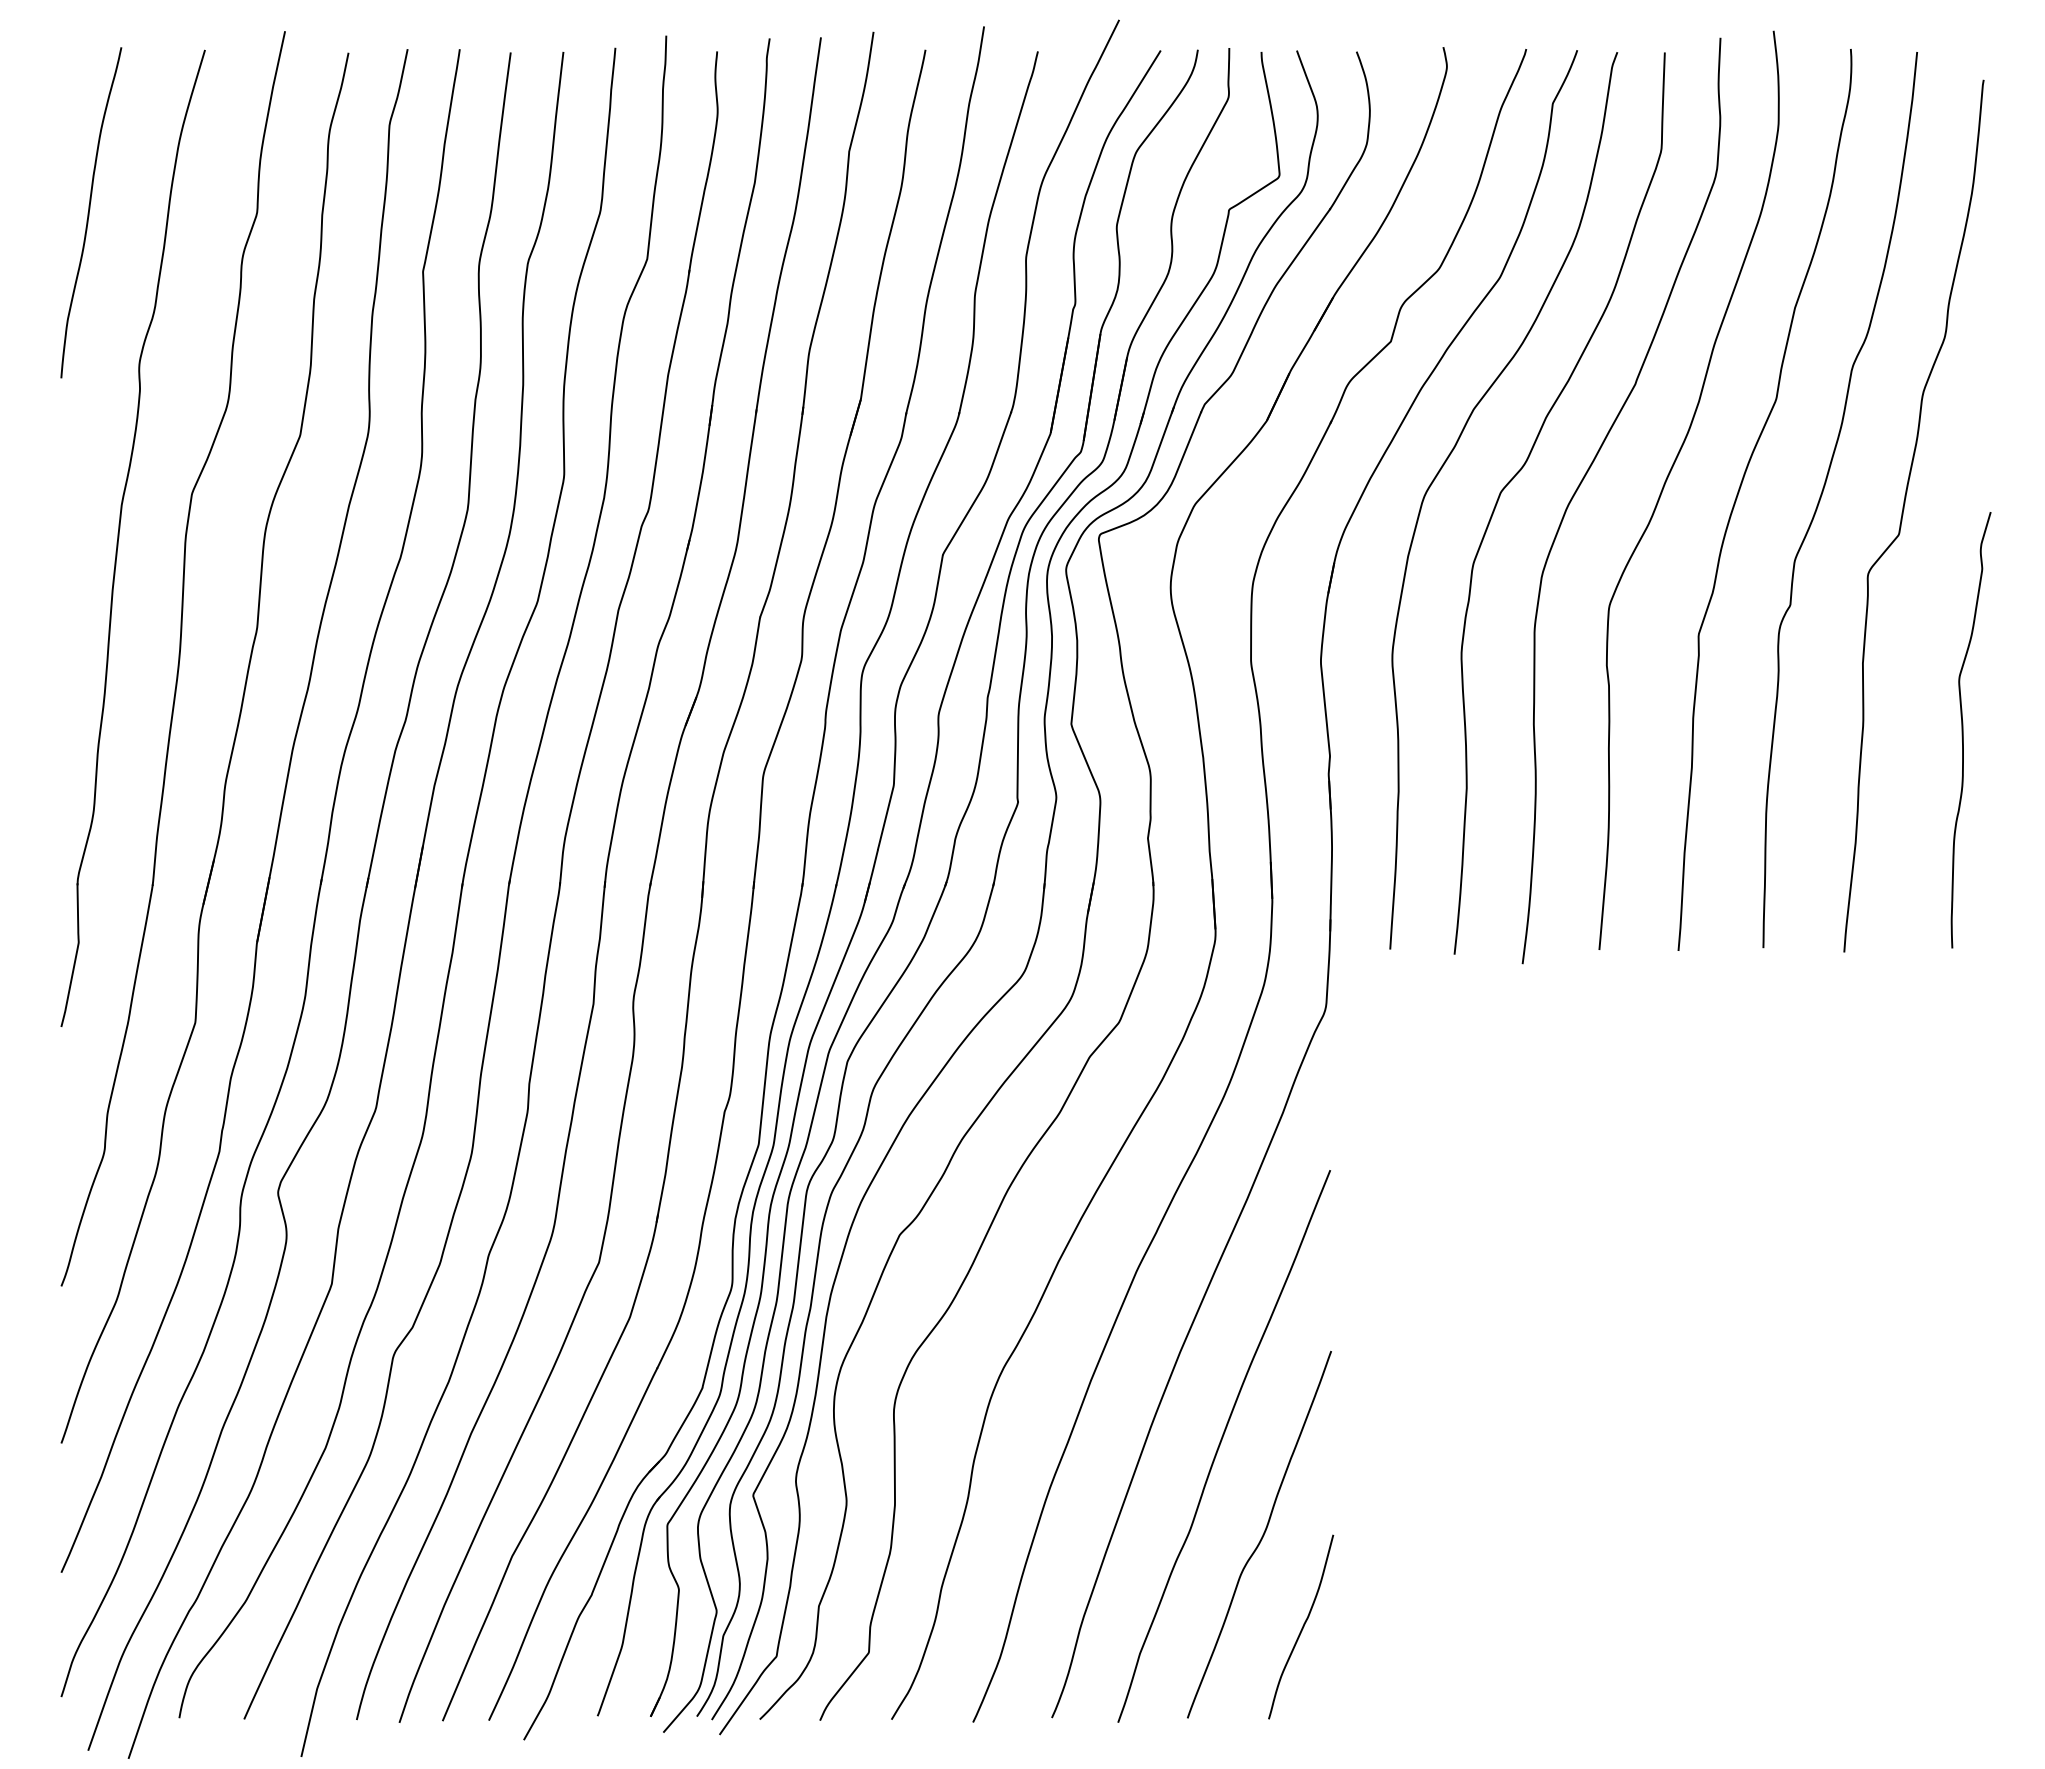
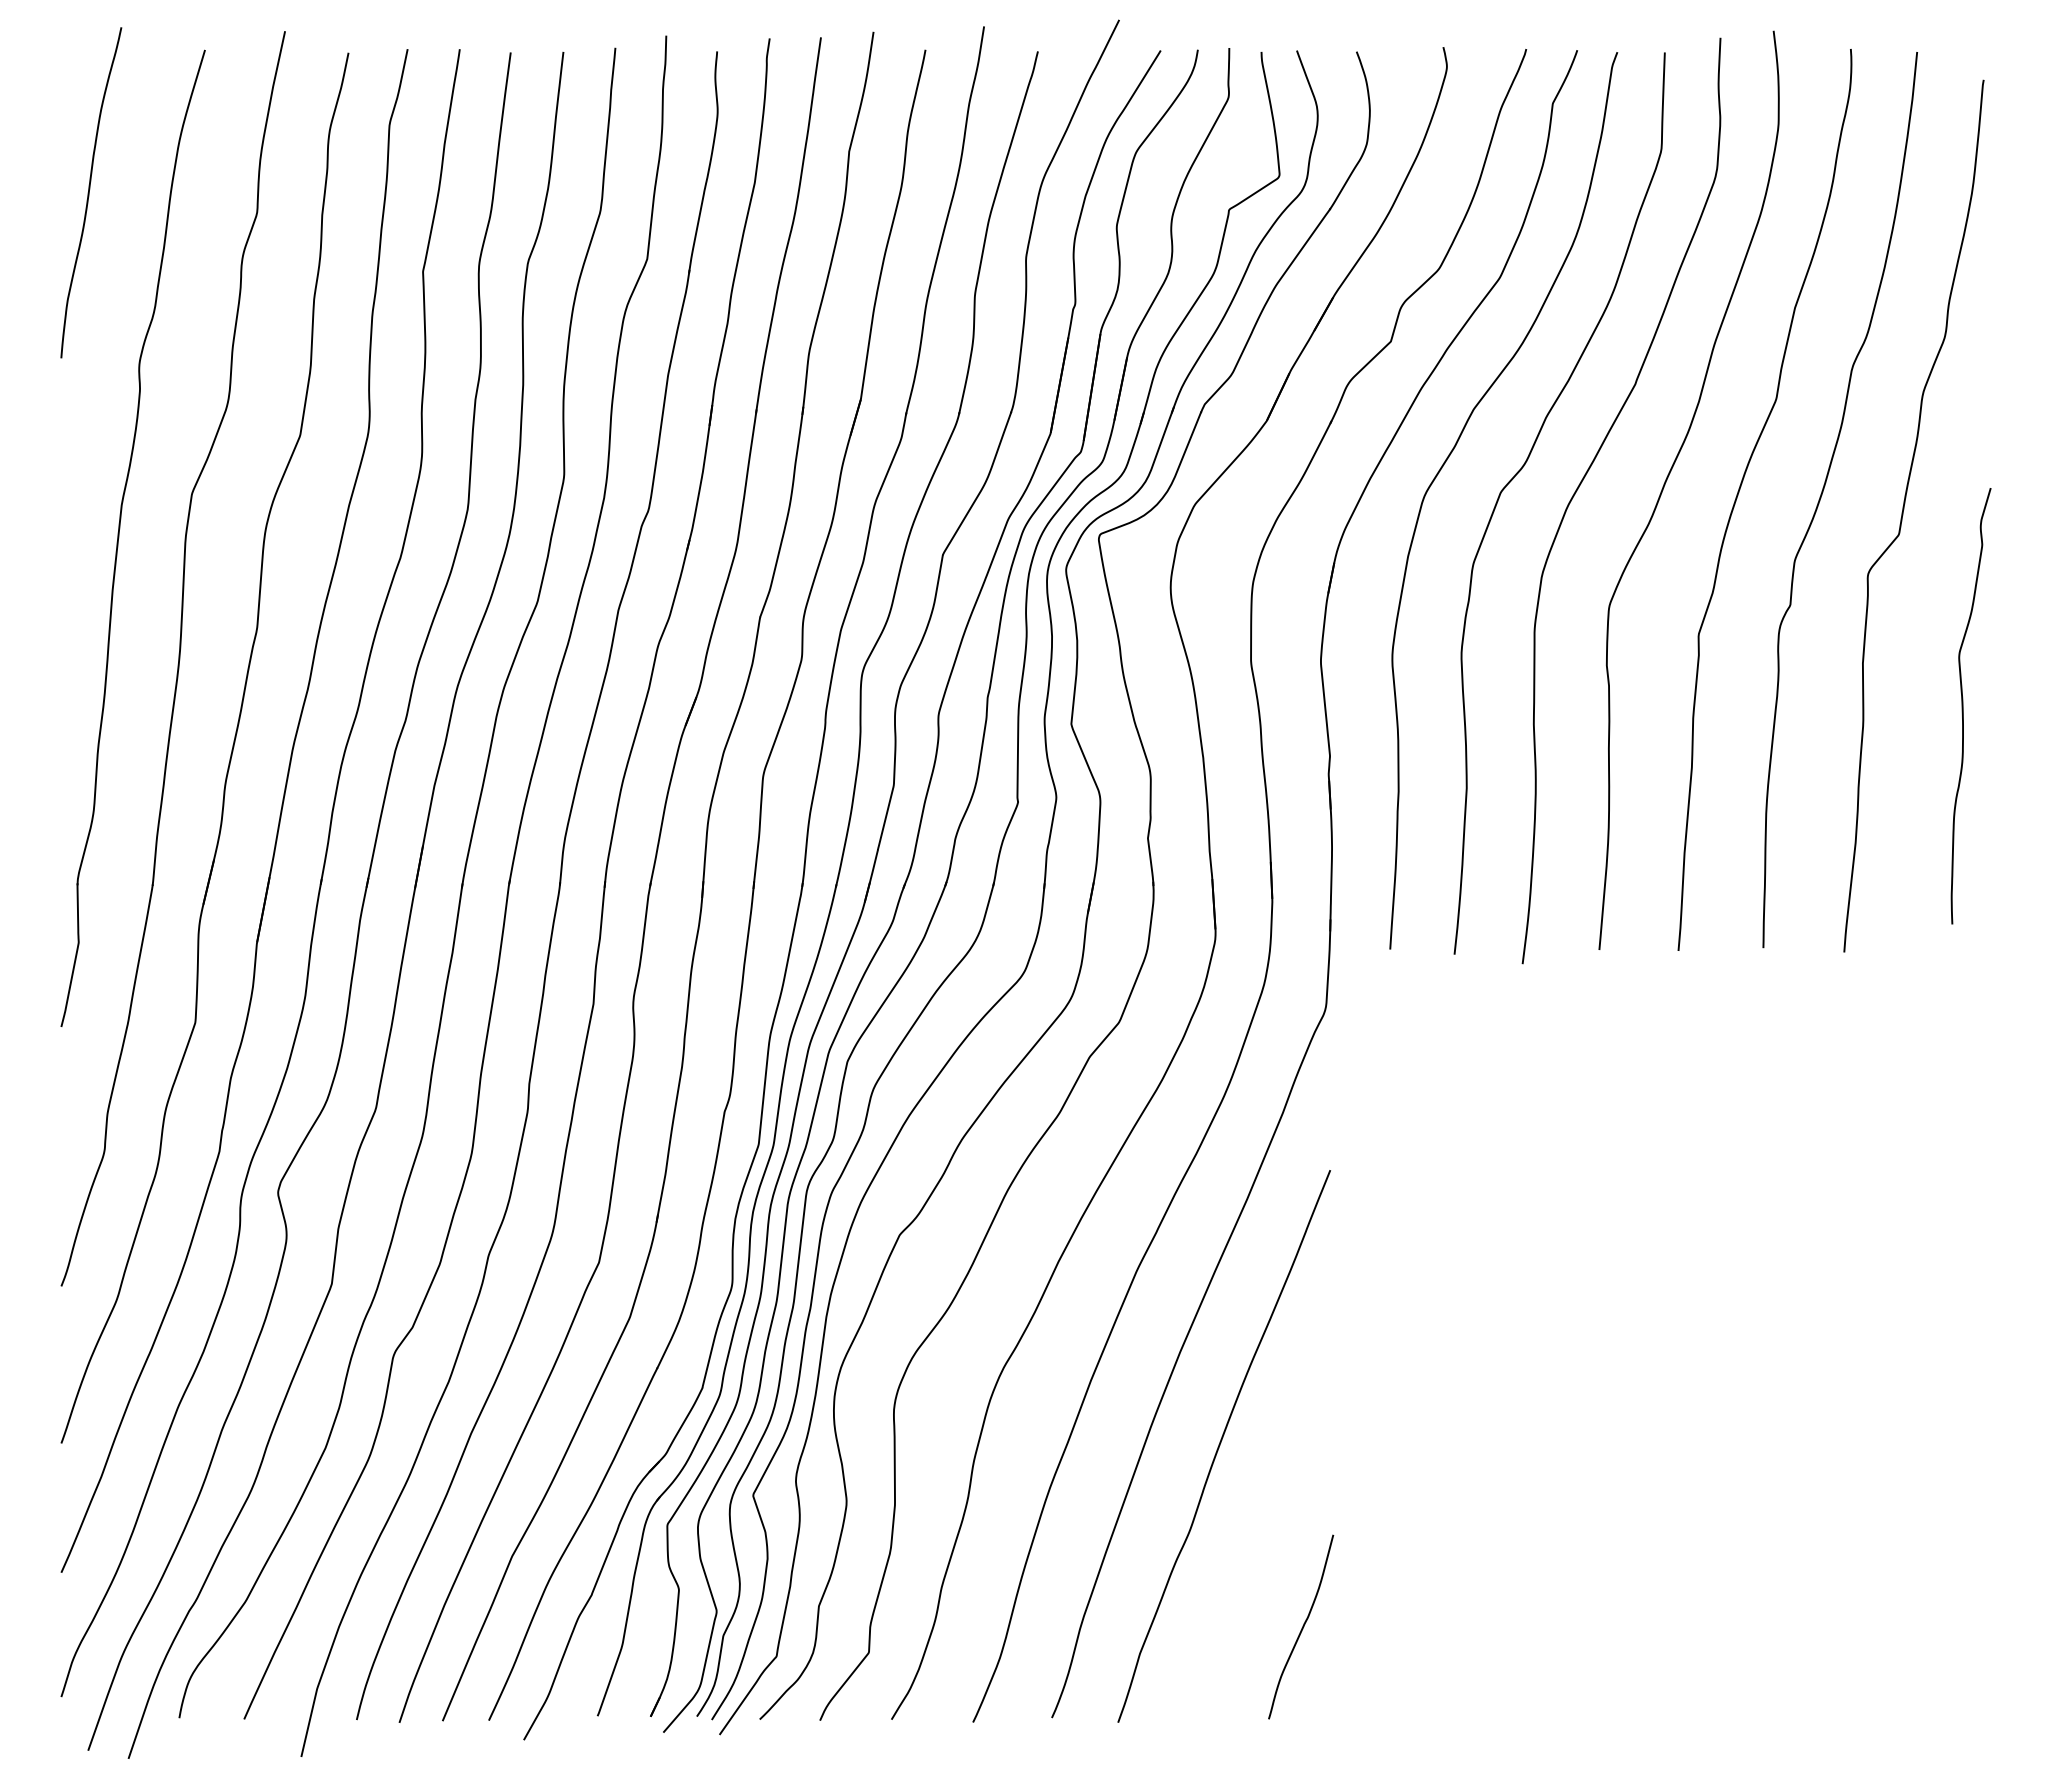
curve at (89, 212) position: (89, 212) -> (89, 192)
curve at (1963, 730) position: (1963, 730) -> (1963, 706)
curve at (1261, 1536): present -> none
